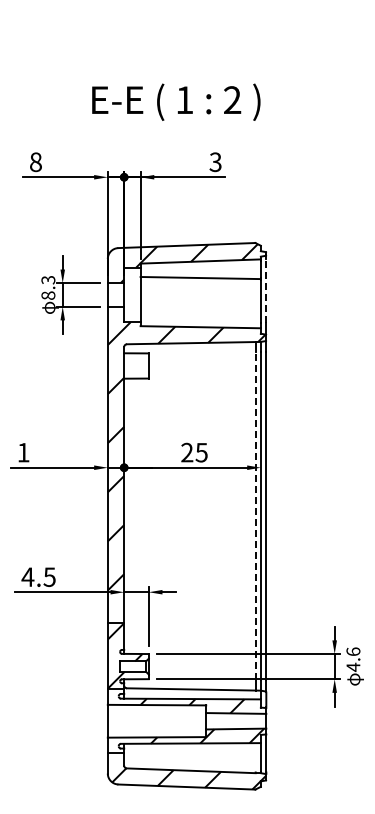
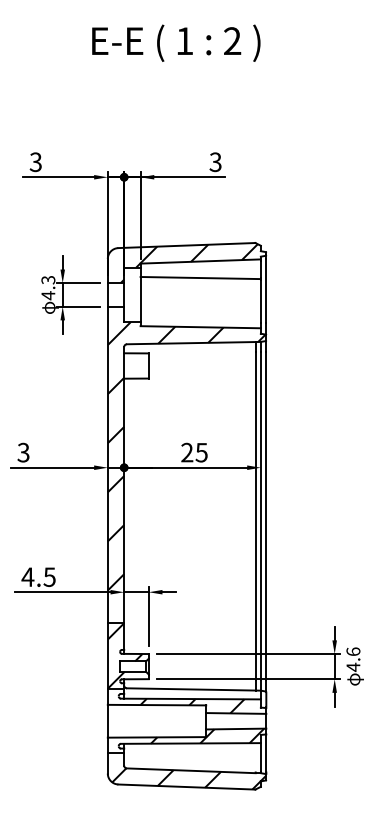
text at (176, 101) position: (176, 101) -> (176, 42)
text at (35, 161): 8 -> 3
line at (266, 291): dashed -> solid
text at (48, 295): 8.3 -> 4.3
text at (23, 452): 1 -> 3
line at (255, 516): dashed -> solid
